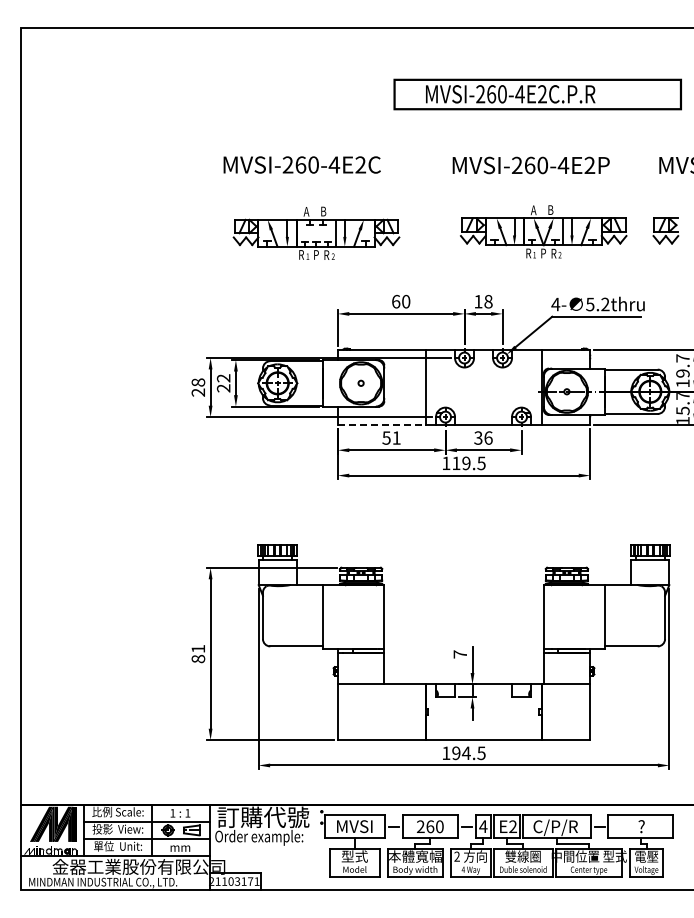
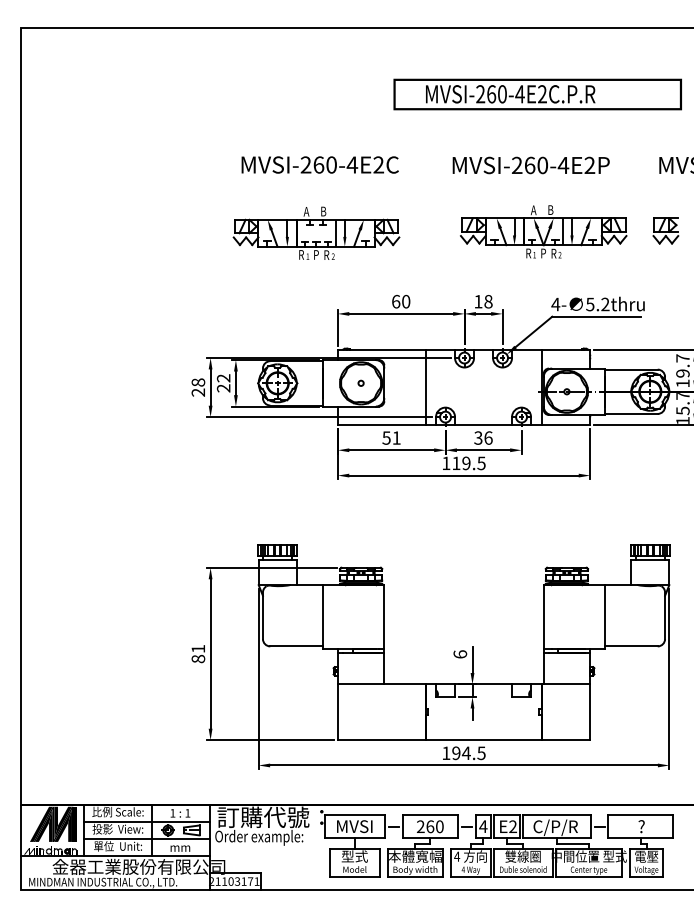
text at (301, 164) position: (301, 164) -> (319, 164)
line at (381, 424): dashed -> solid
text at (460, 654): 7 -> 6
text at (457, 856): 2 -> 4
